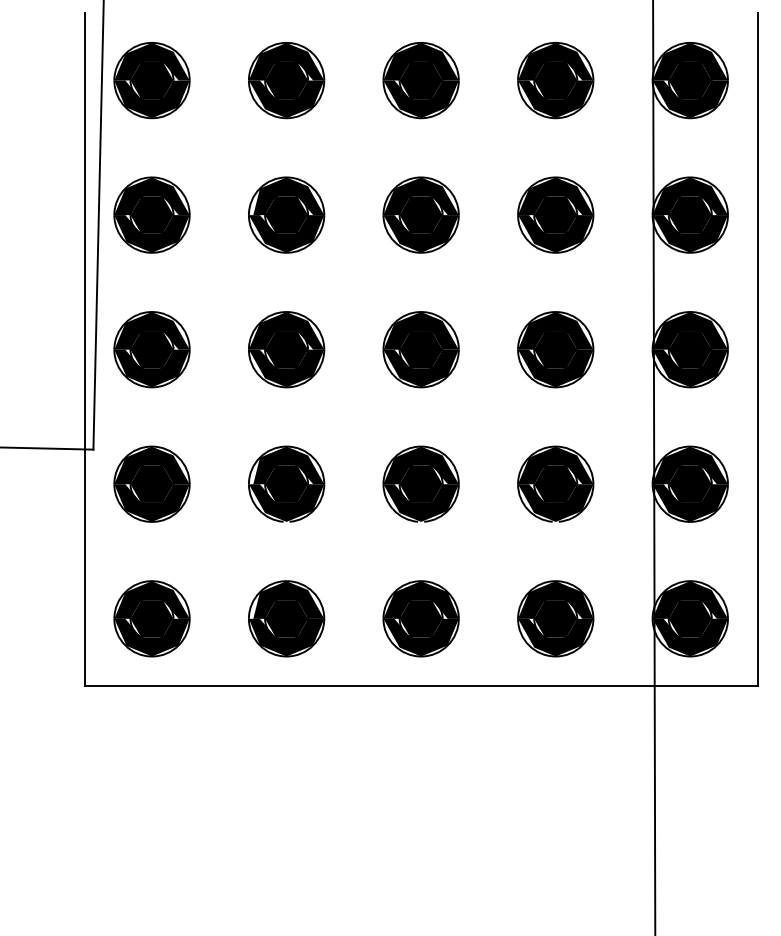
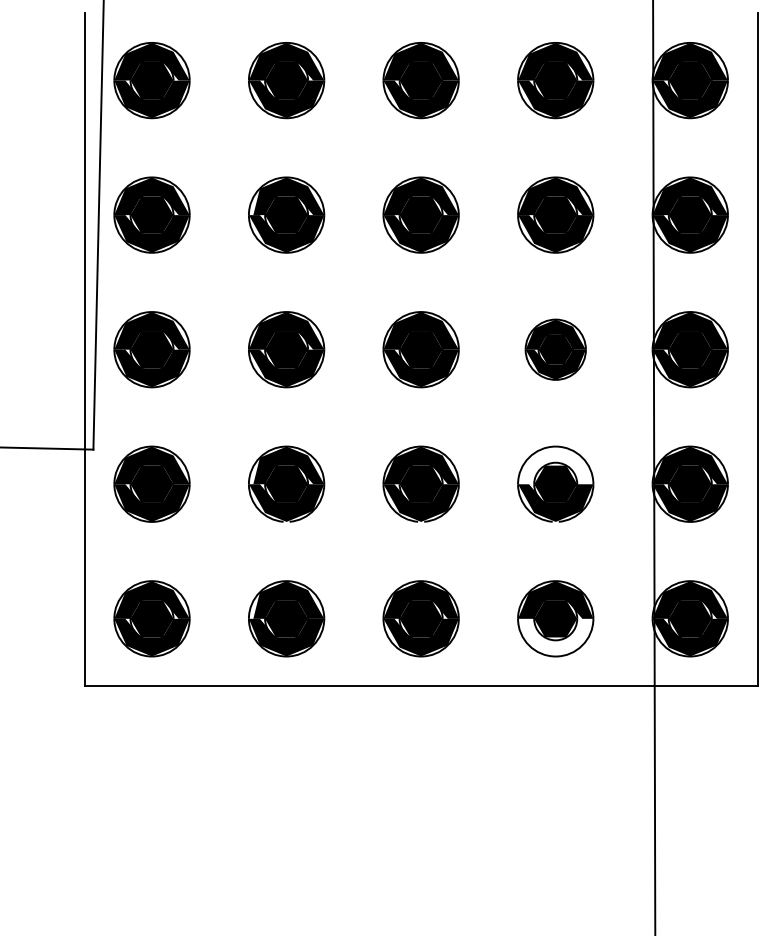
part at (555, 349) size: 78x78 px -> 63x63 px
fill at (555, 465): present -> none
fill at (555, 637): present -> none
